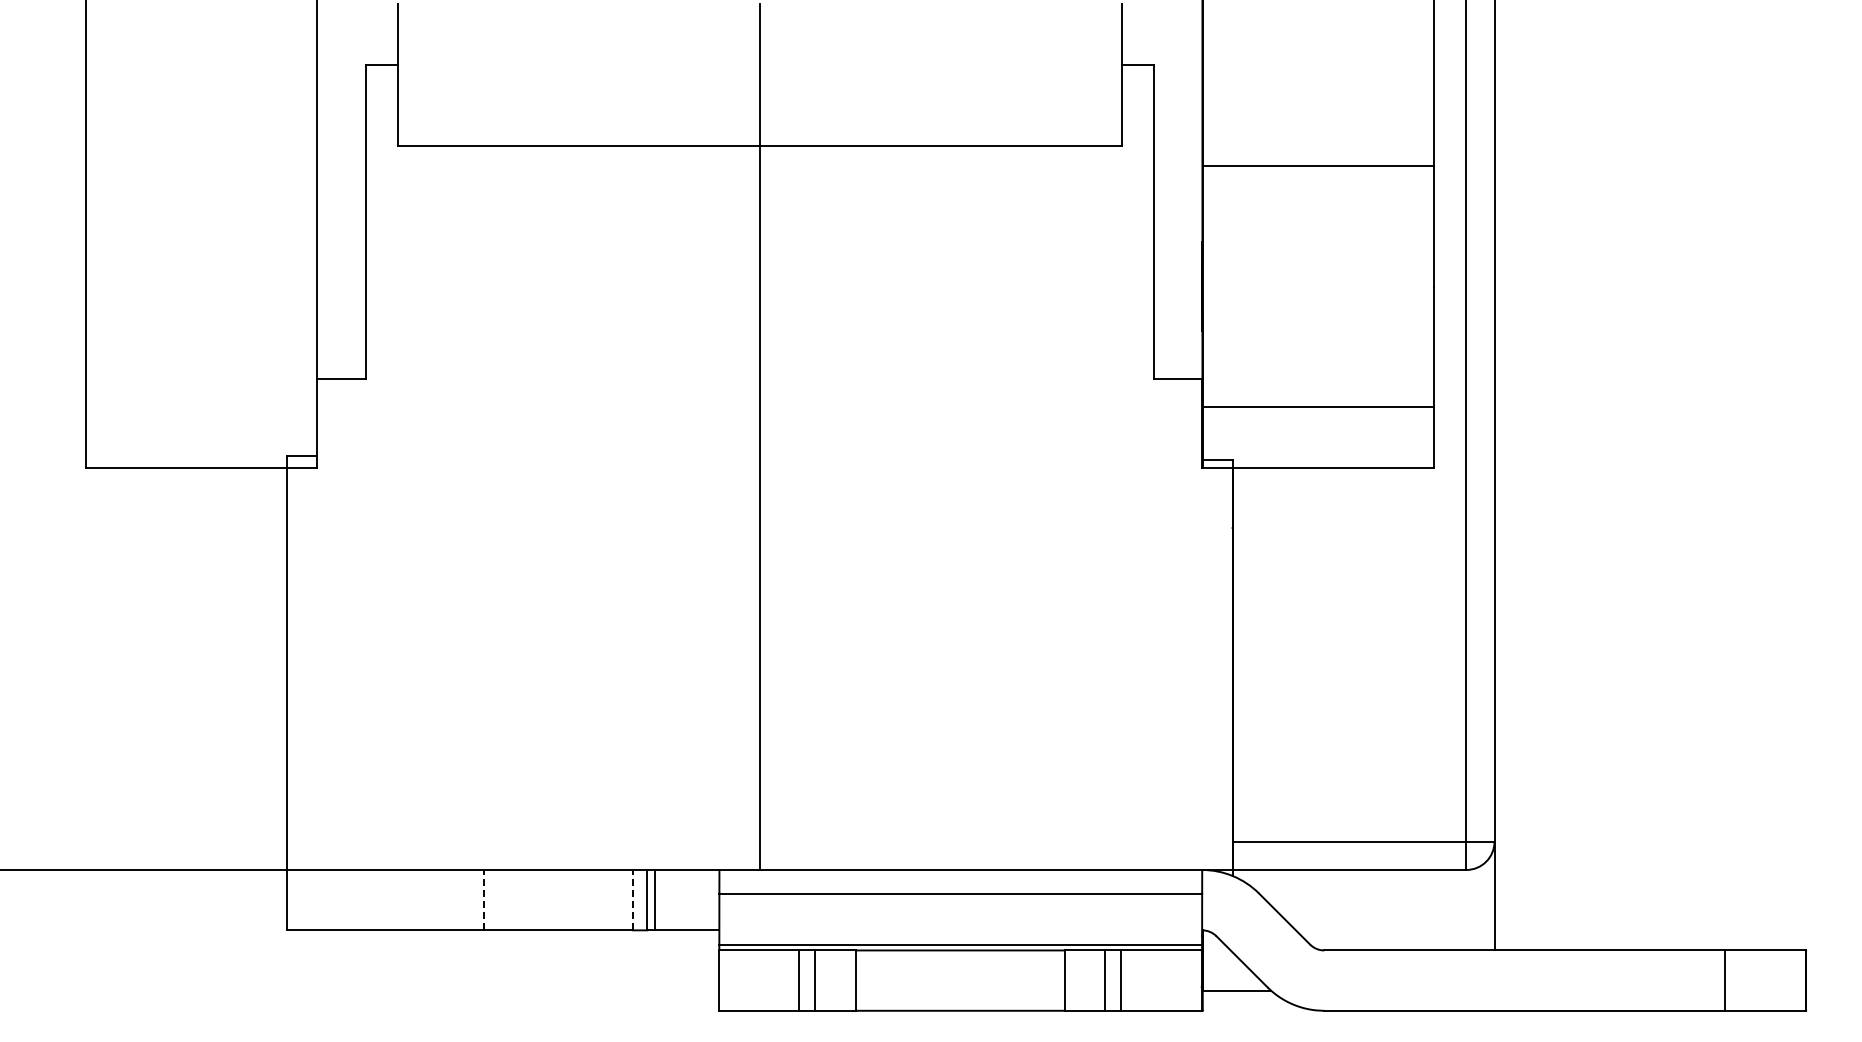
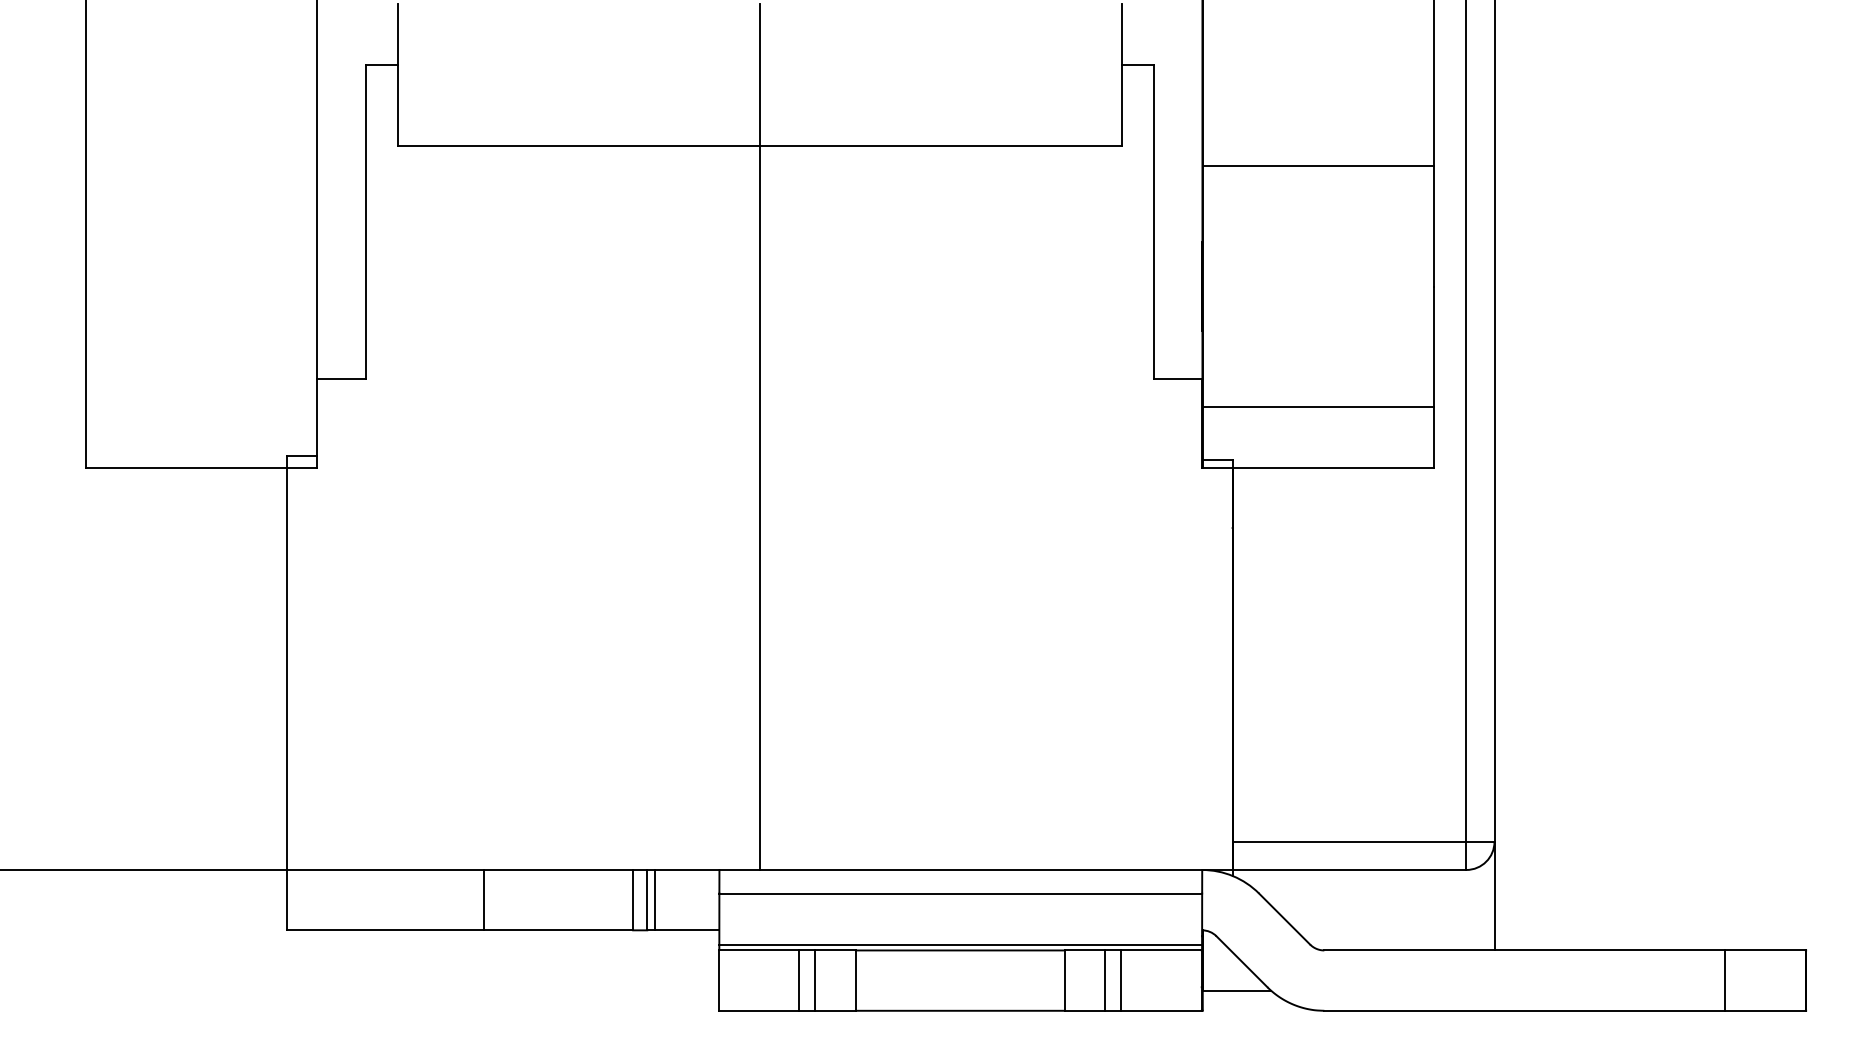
line at (484, 899): dashed -> solid
line at (633, 899): dashed -> solid
